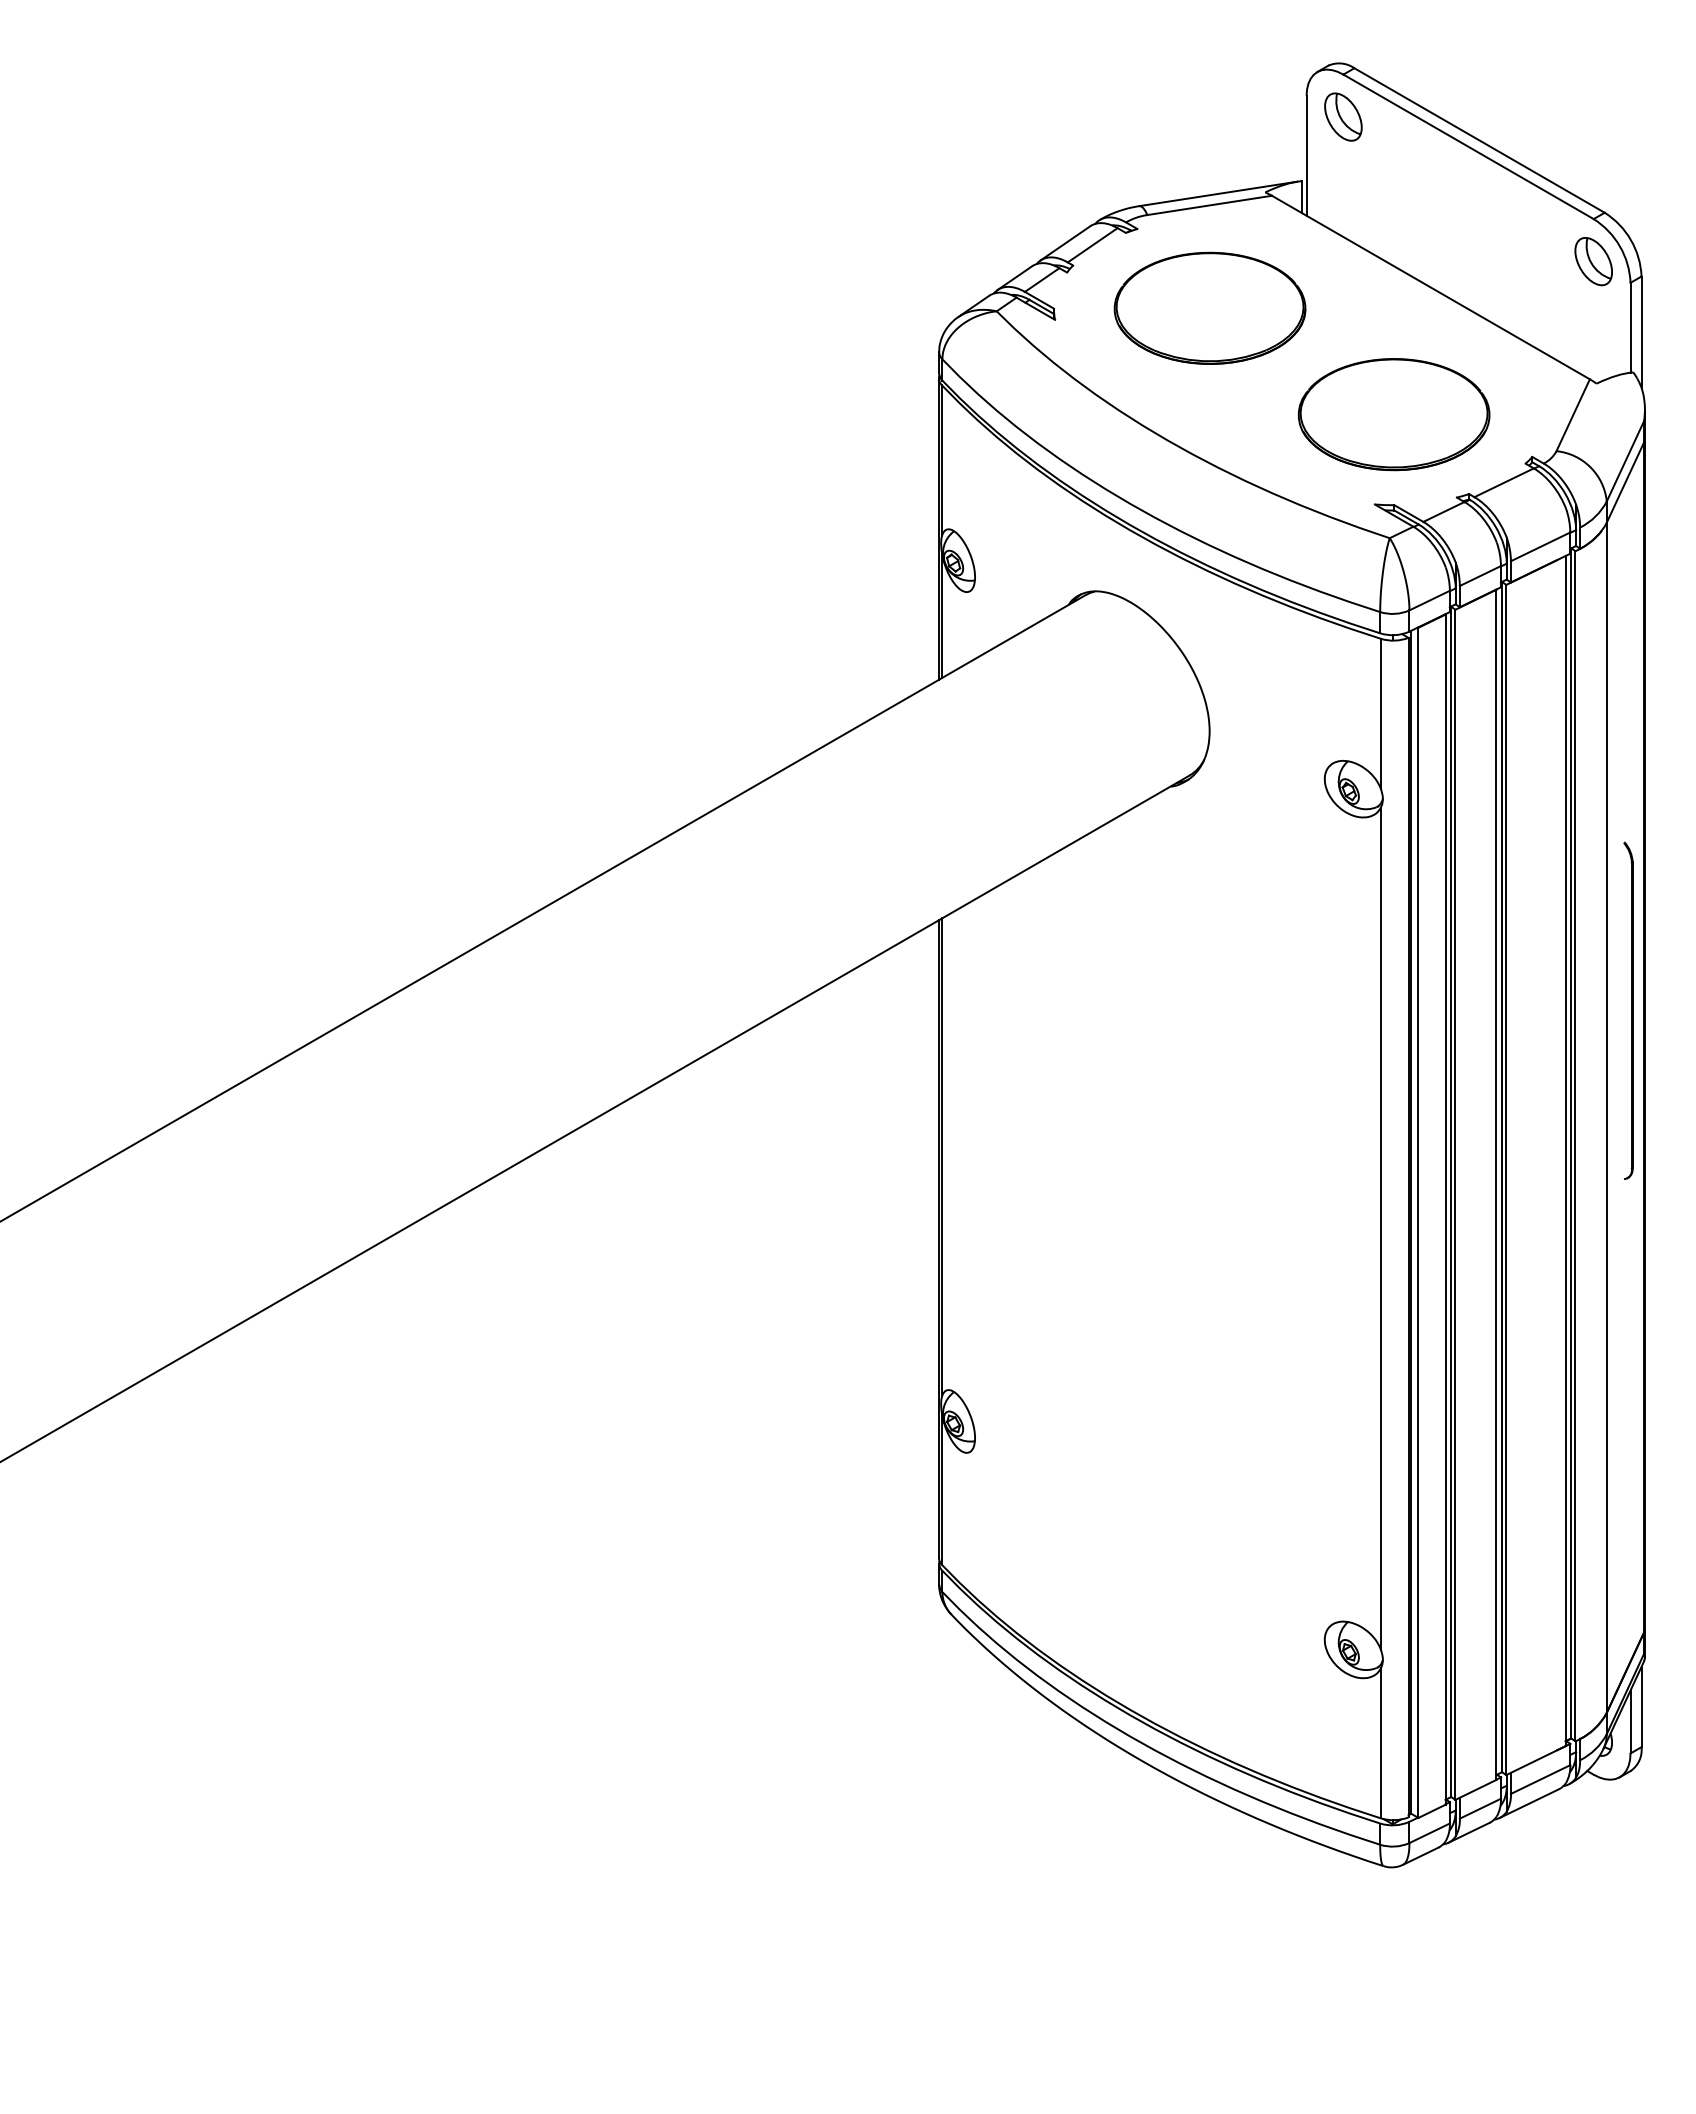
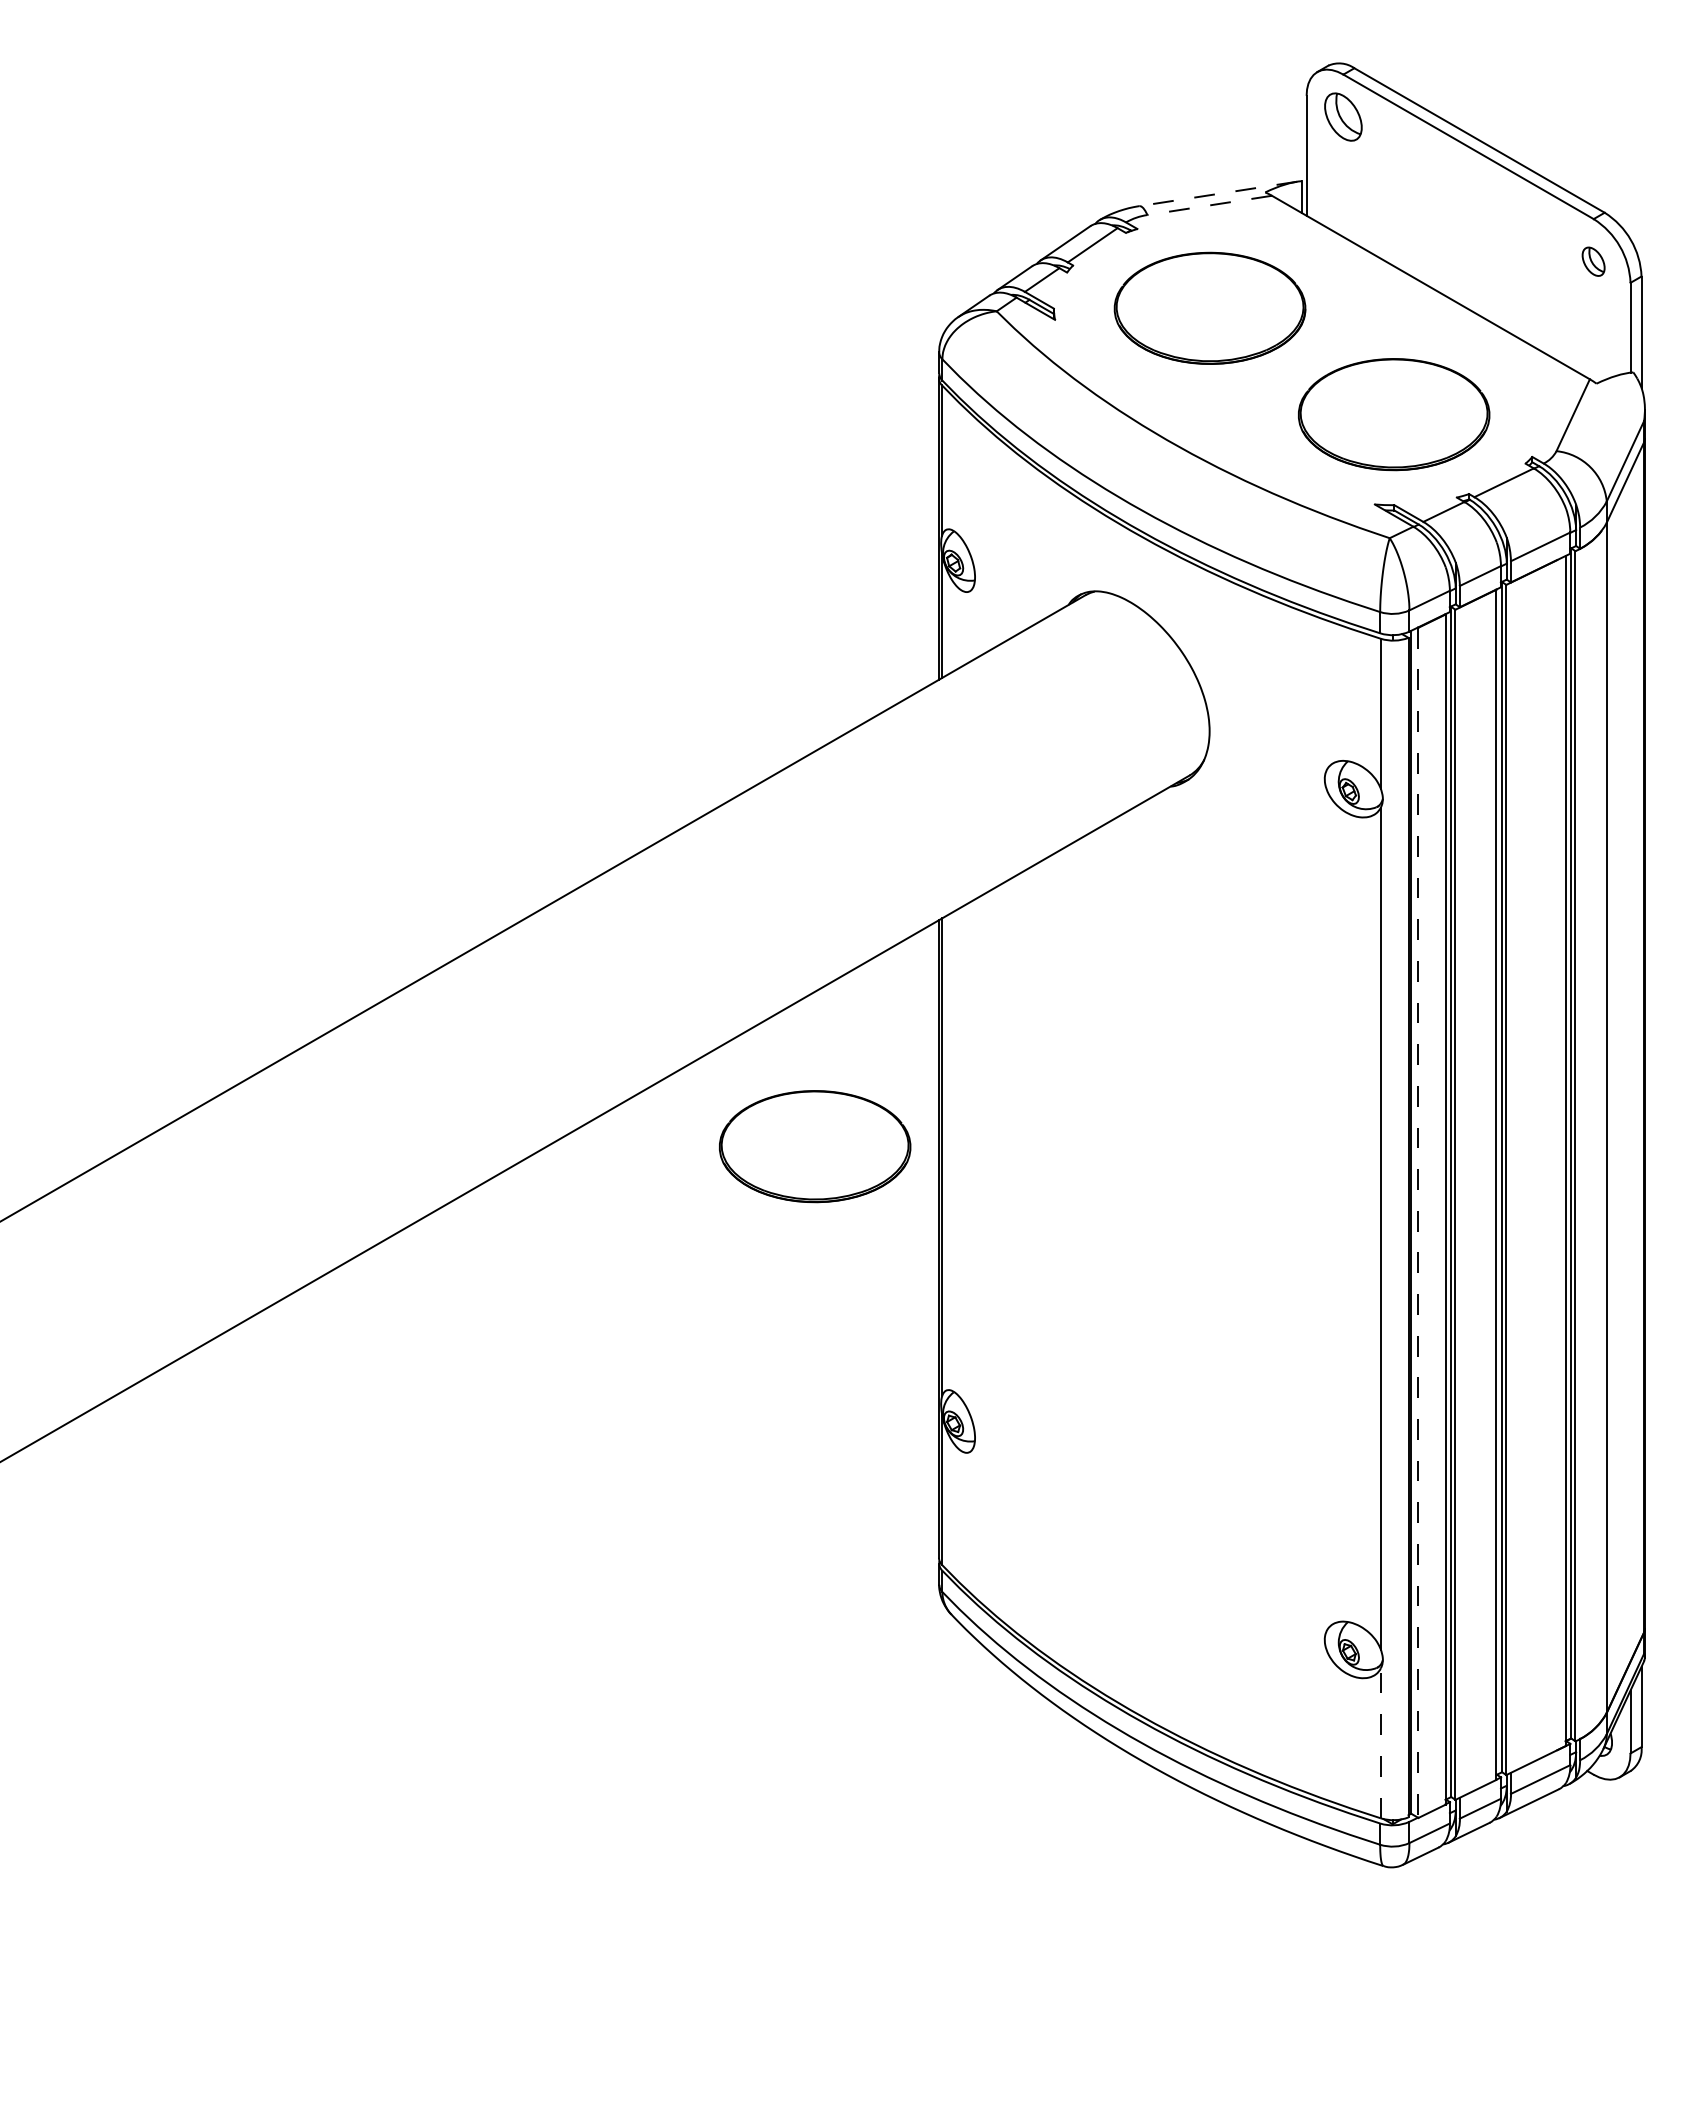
line at (1218, 193): solid -> dashed
line at (1209, 205): solid -> dashed
part at (1593, 261) size: 39x50 px -> 25x31 px
part at (1628, 1010): present -> none
part at (815, 1146): none -> present
line at (1418, 1223): solid -> dashed
line at (1380, 1742): solid -> dashed
